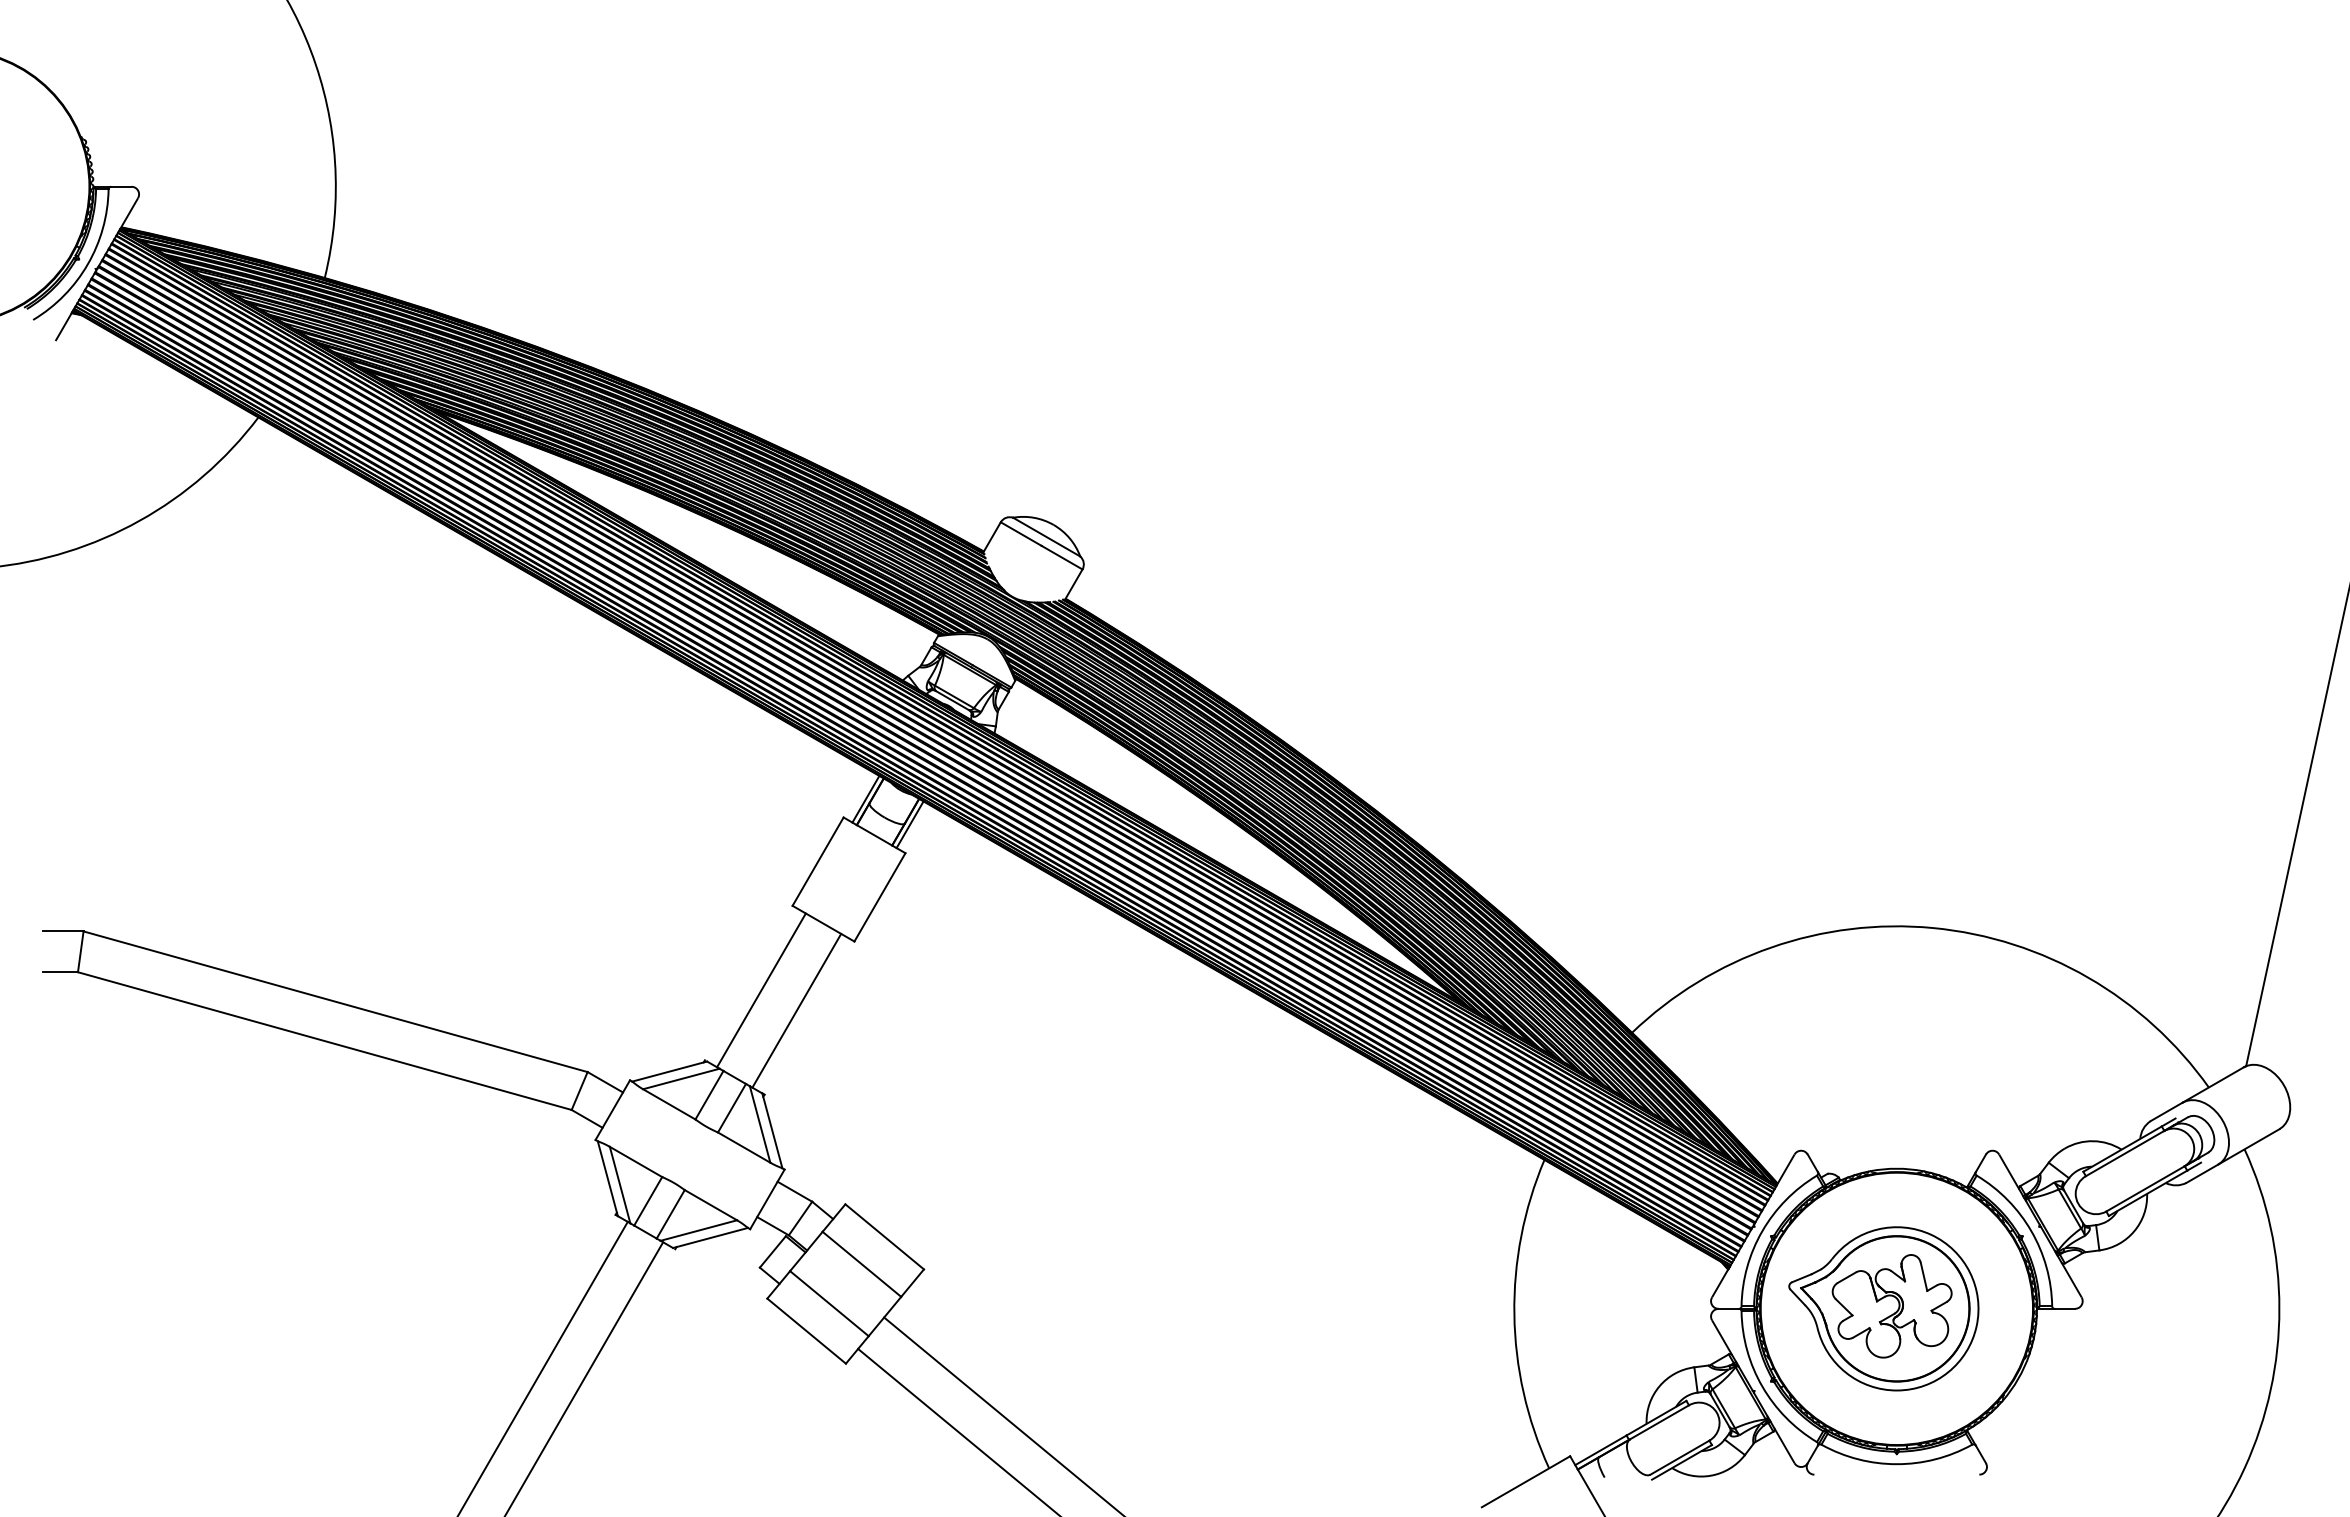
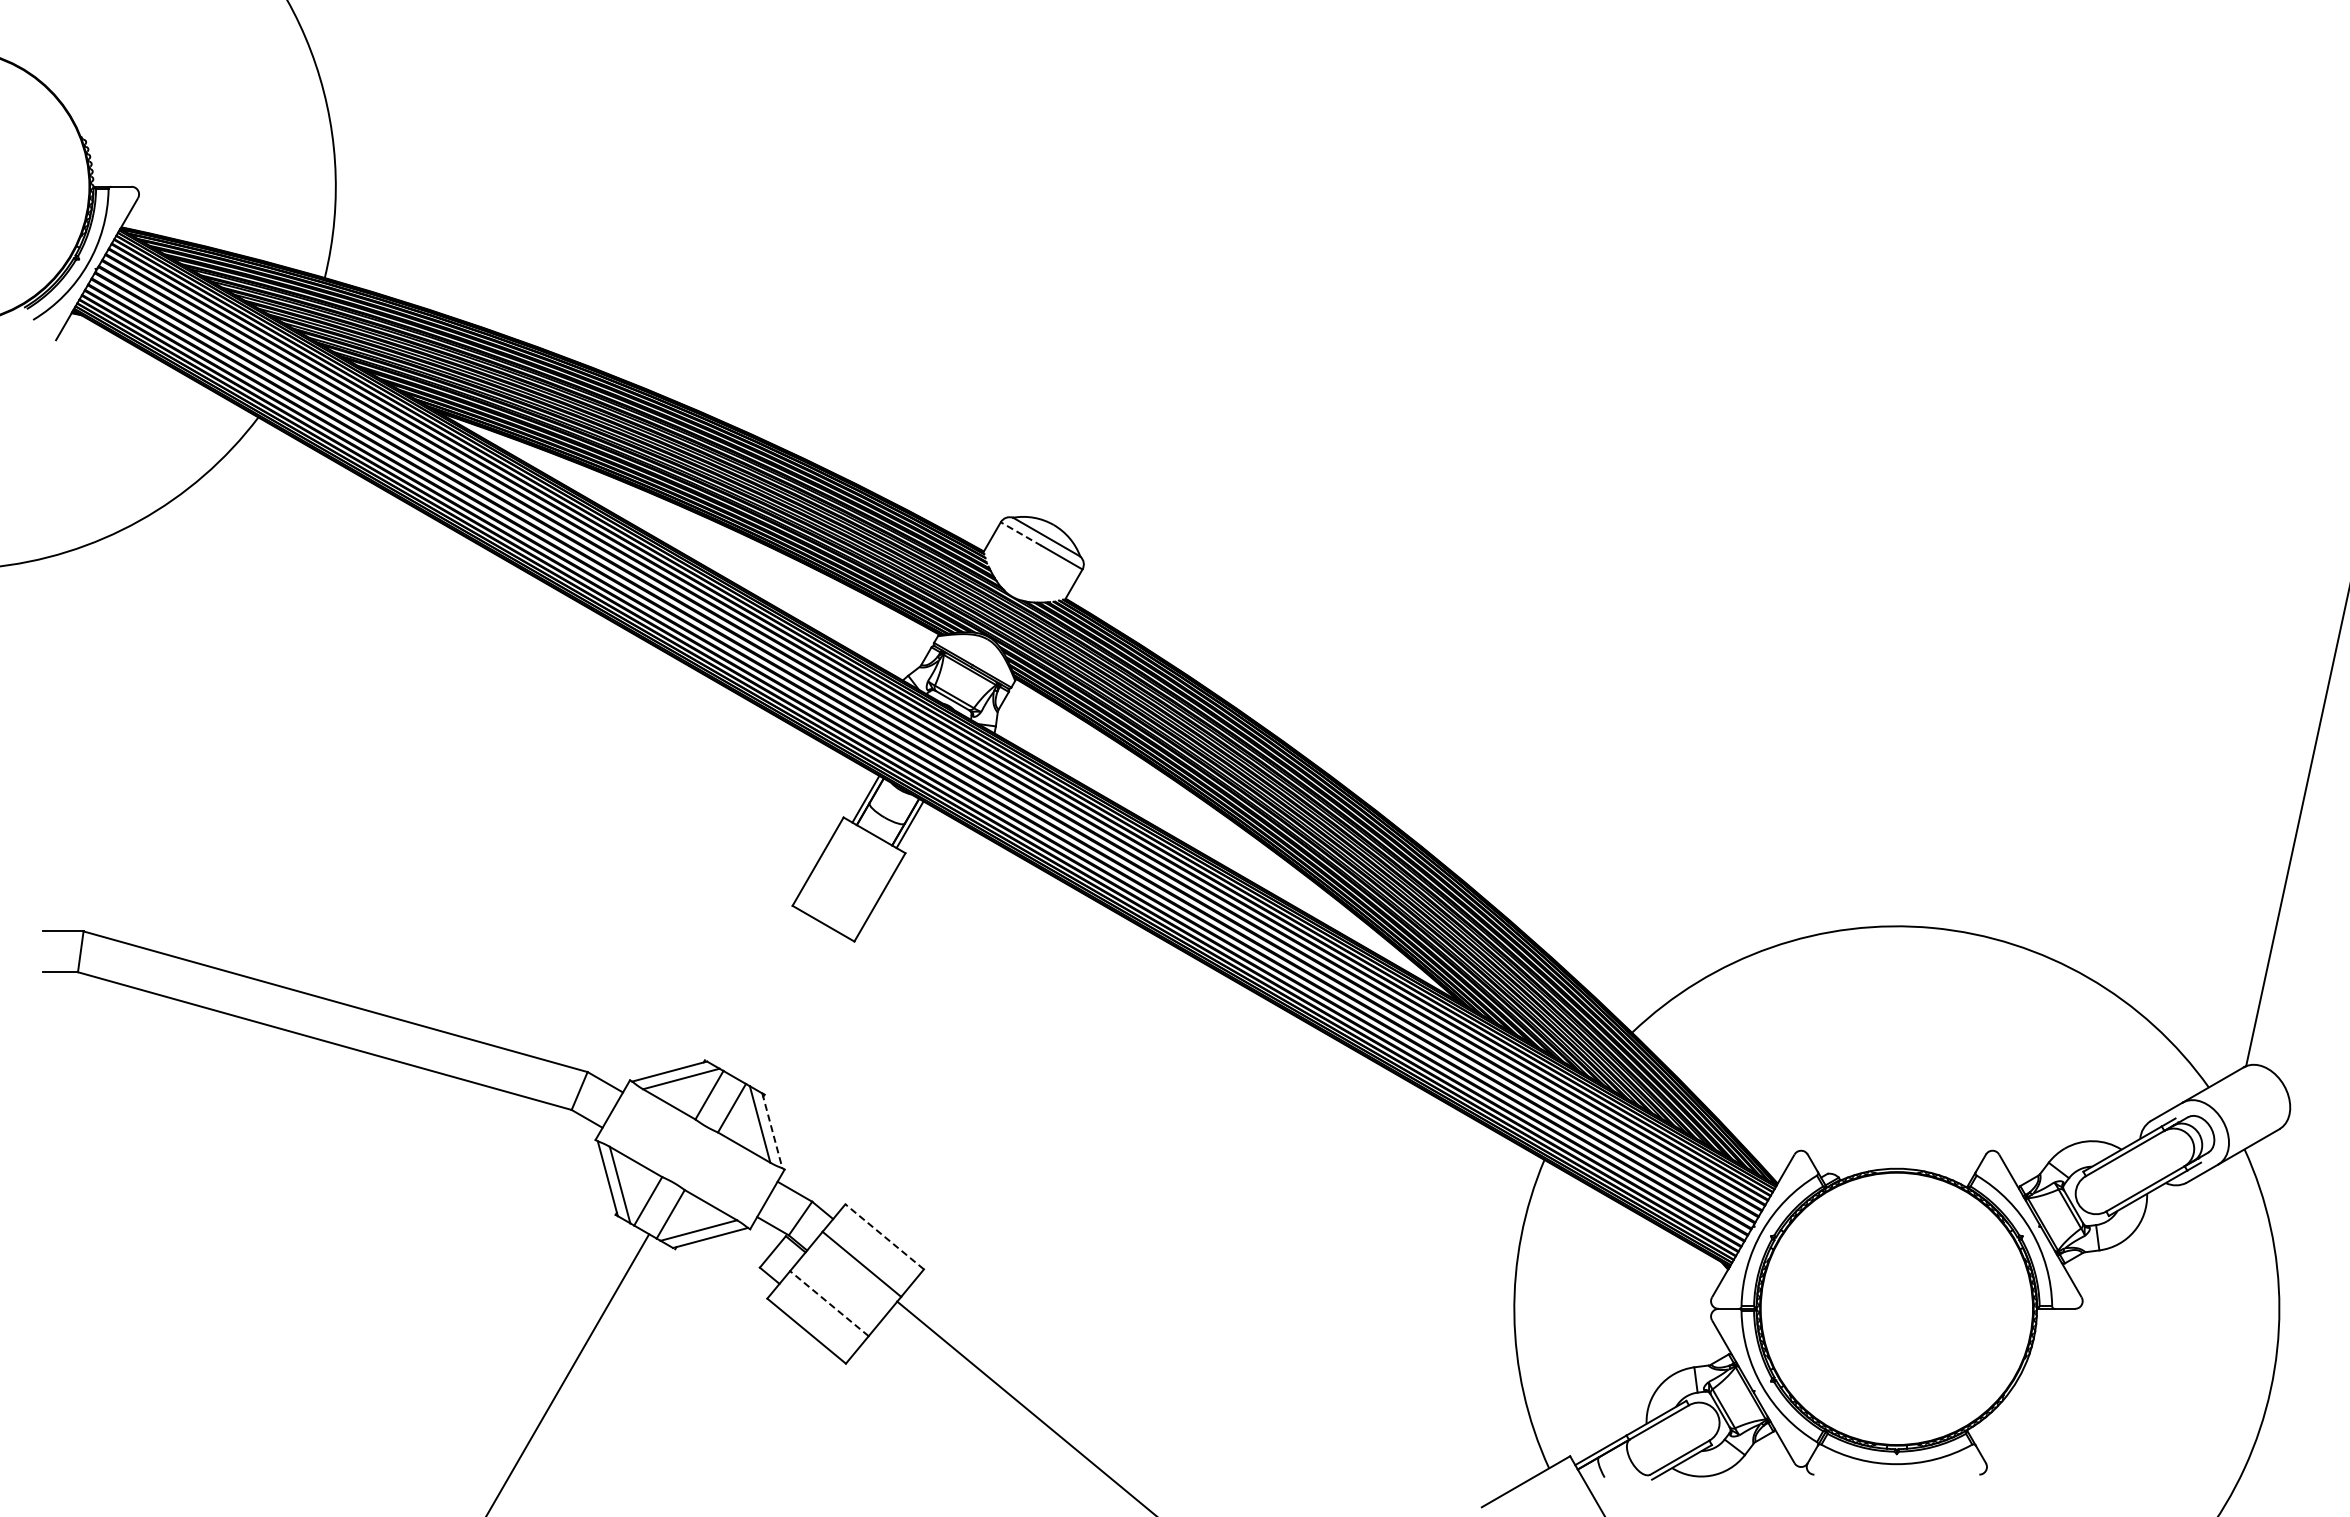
line at (1021, 534): solid -> dashed
line at (761, 990): present -> none
line at (796, 1010): present -> none
line at (772, 1130): solid -> dashed
line at (884, 1236): solid -> dashed
line at (829, 1303): solid -> dashed
part at (1883, 1308): present -> none
line at (543, 1367): present -> none
line at (584, 1377) position: (584, 1377) -> (568, 1373)
line at (1002, 1415) position: (1002, 1415) -> (1025, 1407)
line at (957, 1430): present -> none
